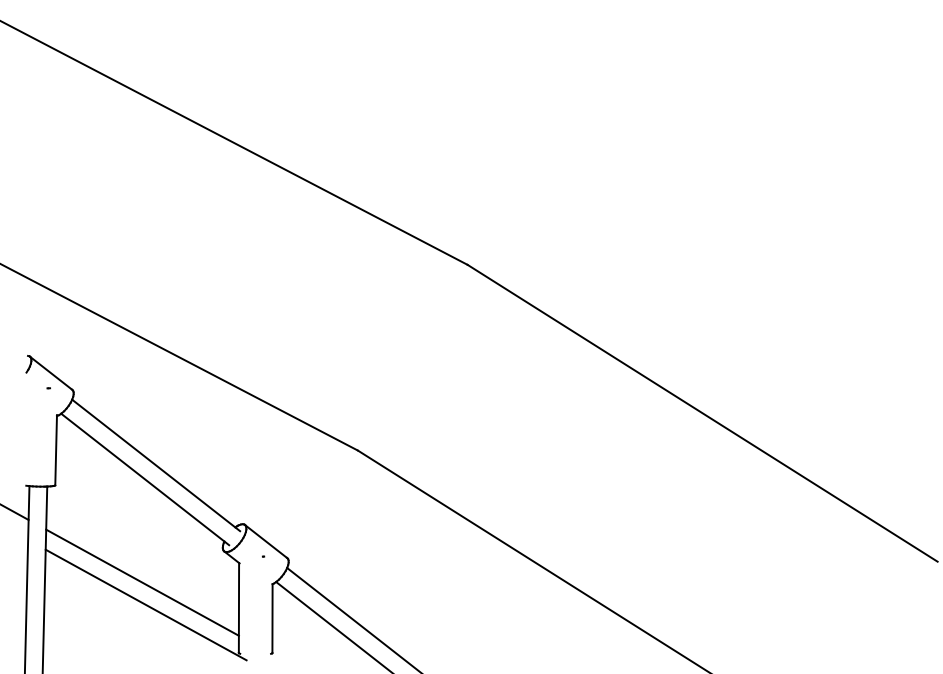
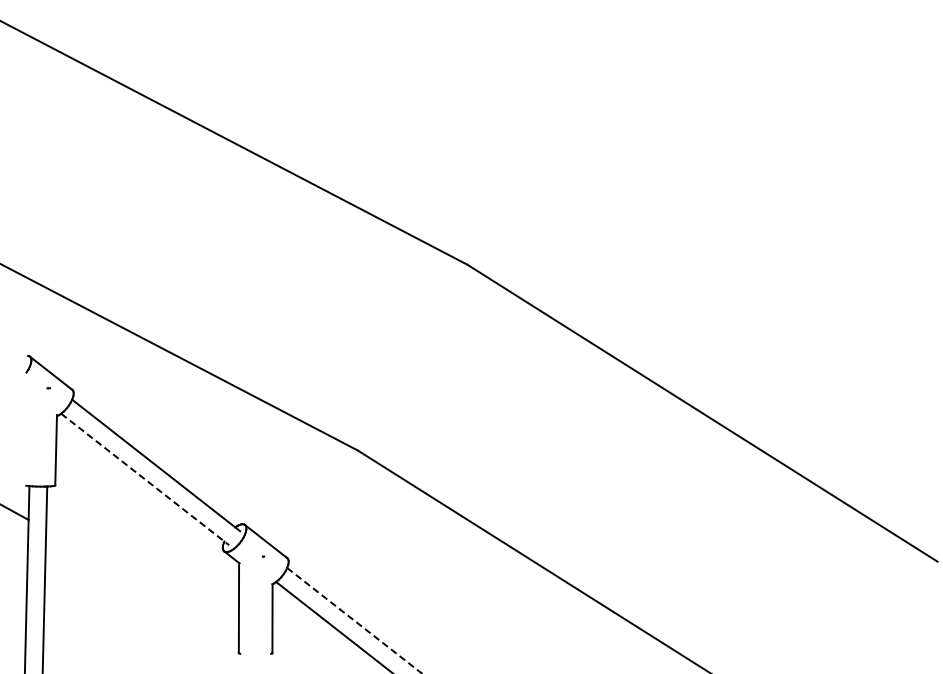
line at (145, 479): solid -> dashed
line at (142, 582): present -> none
line at (145, 604): present -> none
line at (354, 621): solid -> dashed
